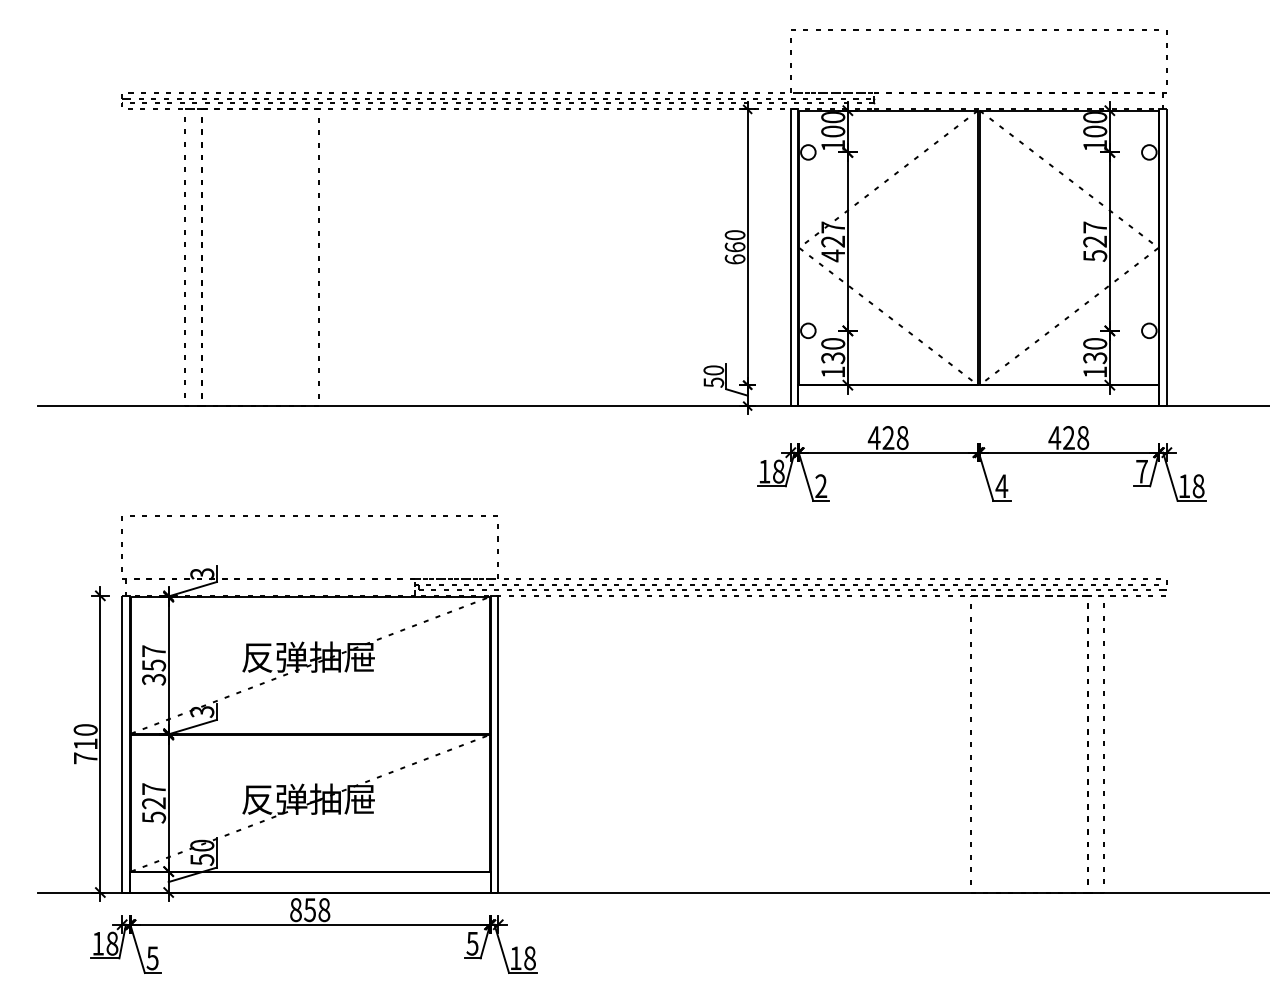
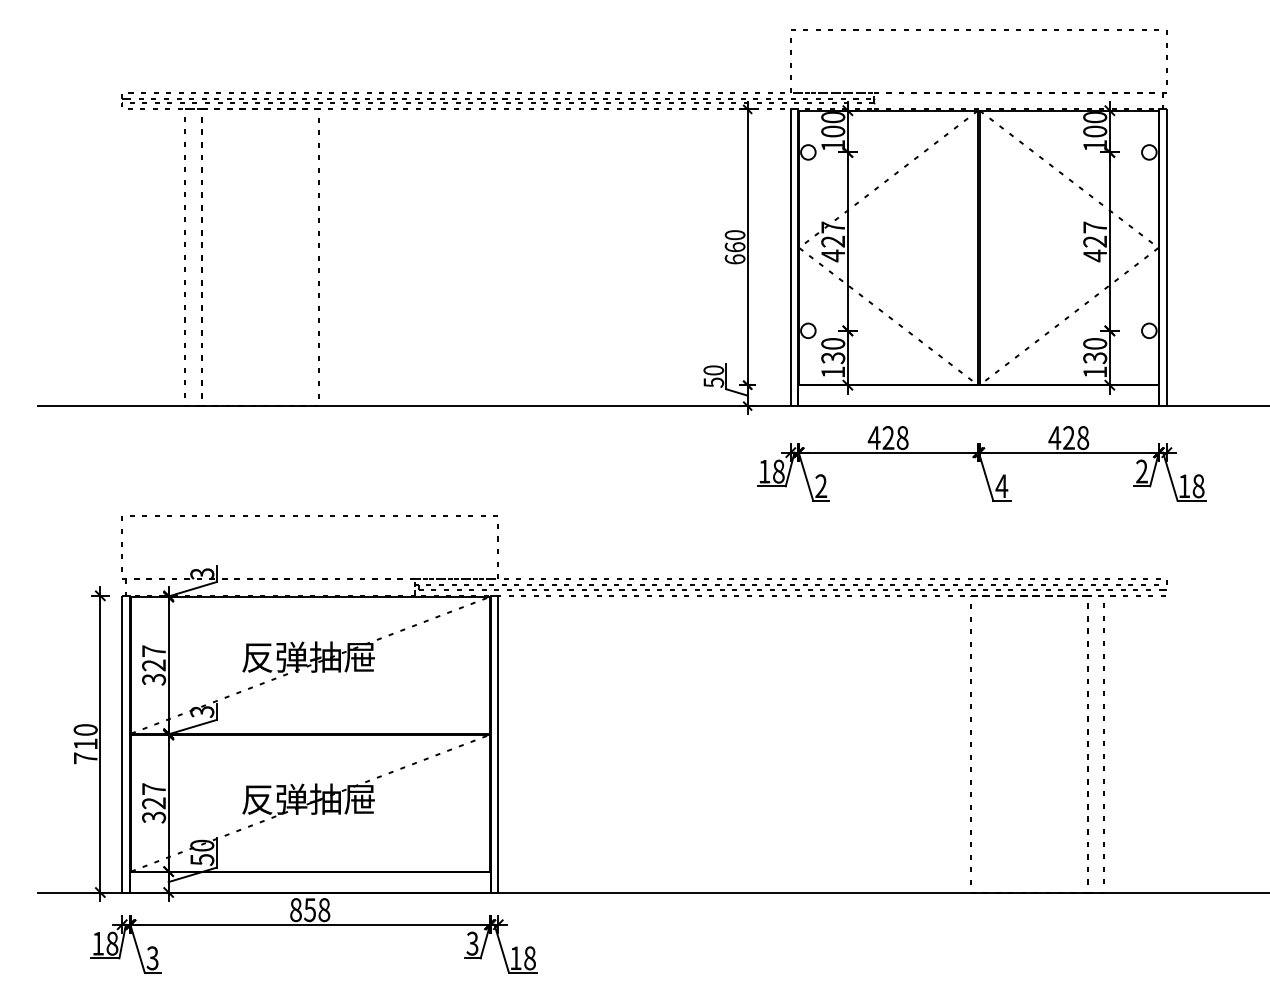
text at (1095, 255): 527 -> 427
text at (1141, 471): 7 -> 2
text at (154, 665): 357 -> 327
text at (153, 817): 527 -> 327
text at (472, 943): 5 -> 3
text at (152, 957): 5 -> 3
